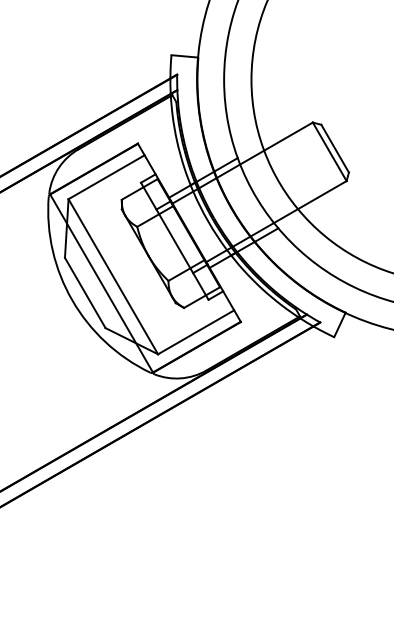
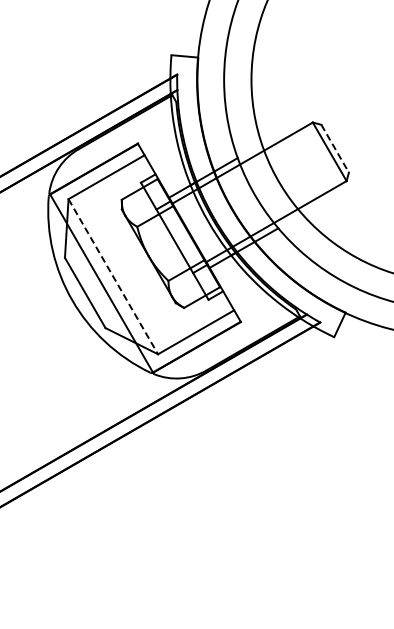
line at (335, 148): solid -> dashed
line at (113, 276): solid -> dashed
